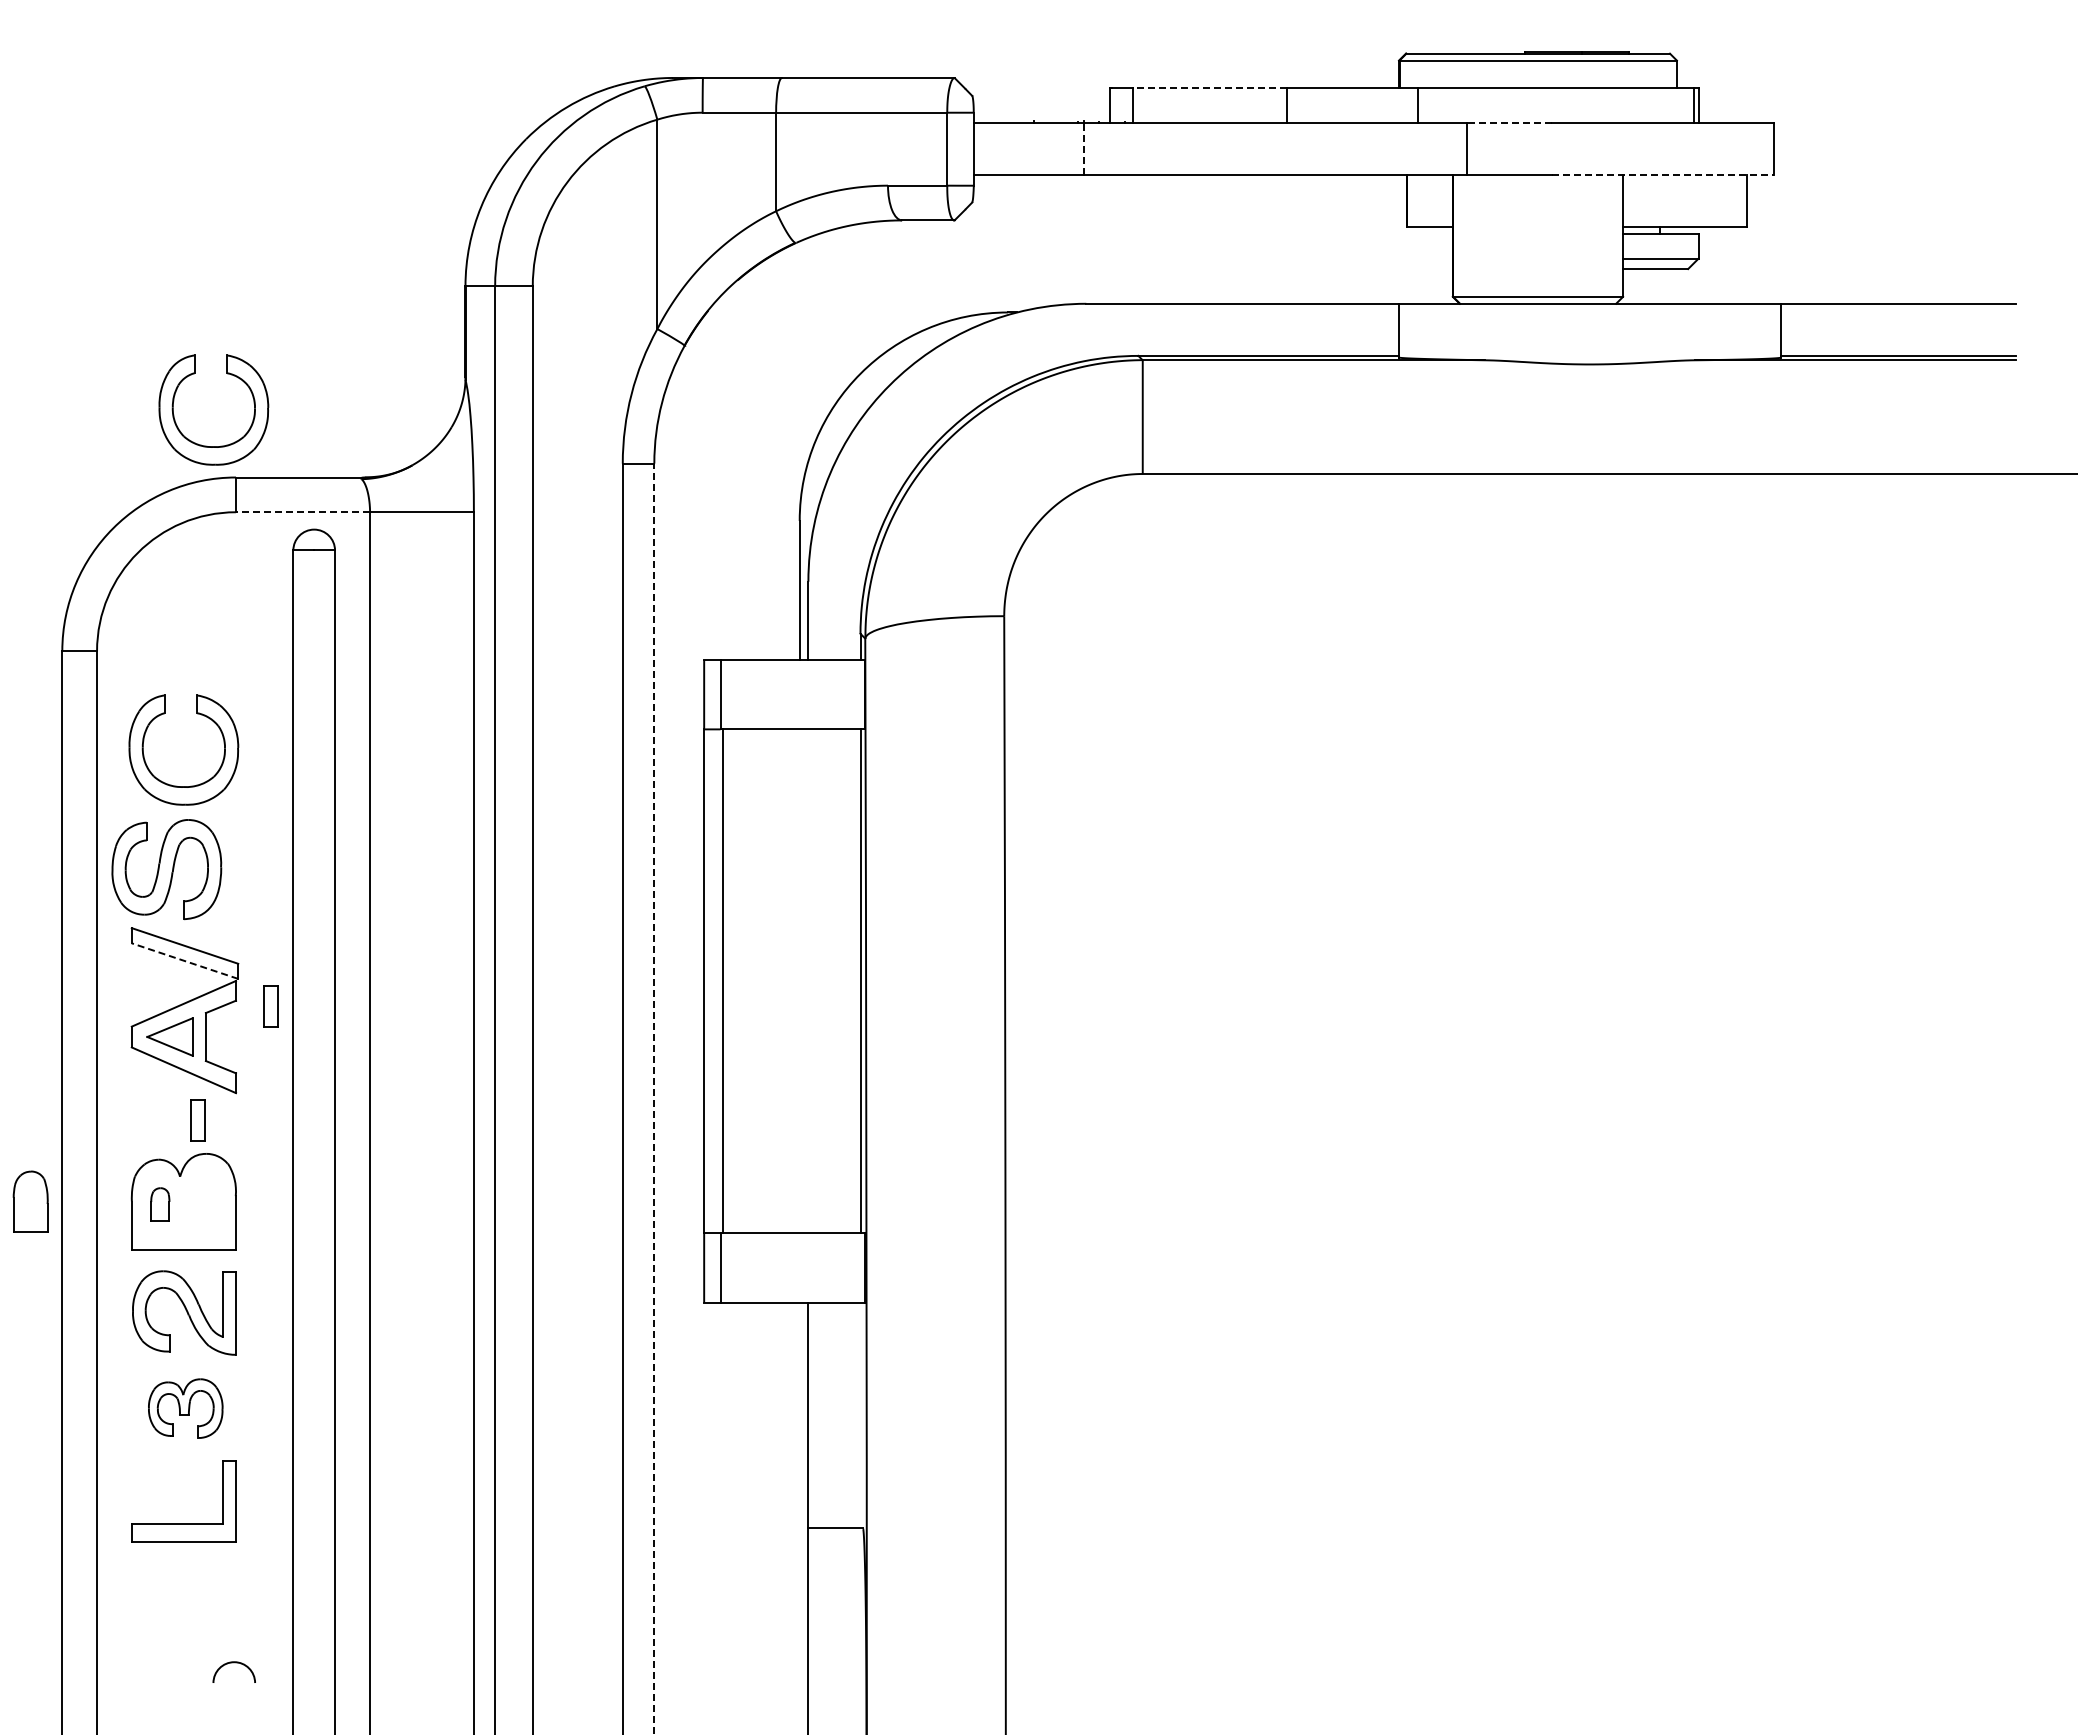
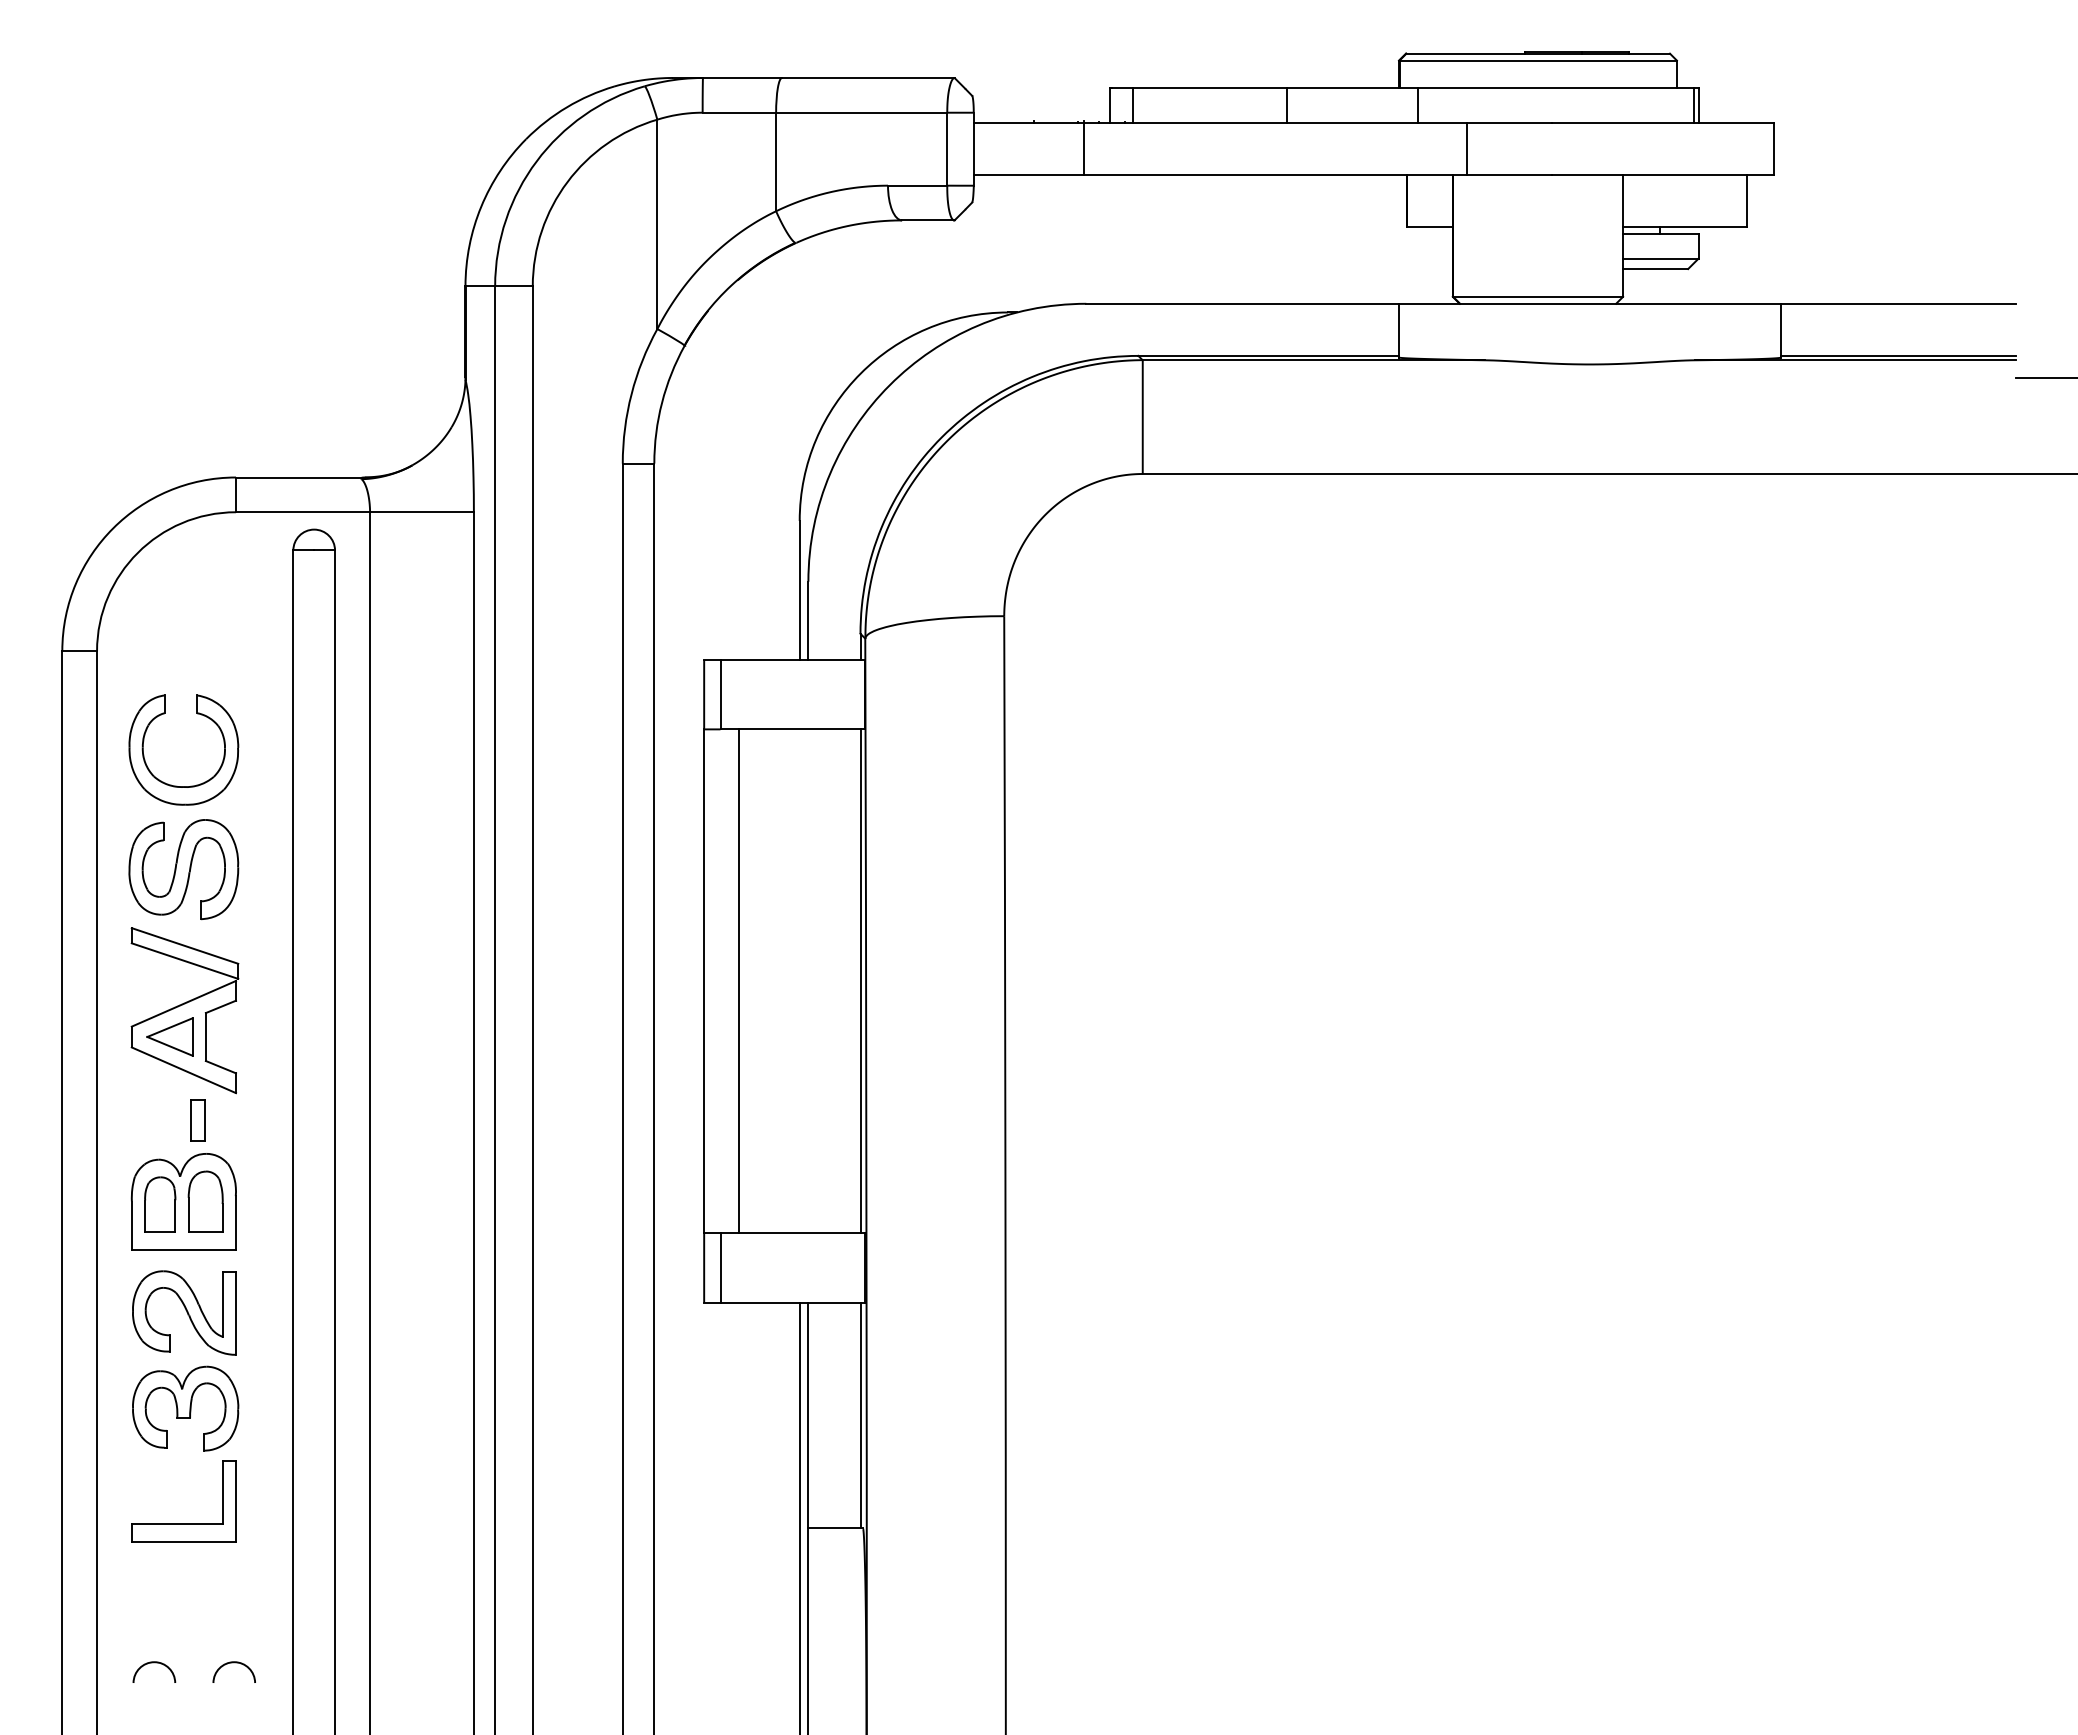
line at (1209, 88): dashed -> solid
line at (1509, 123): dashed -> solid
line at (1083, 148): dashed -> solid
line at (1662, 175): dashed -> solid
line at (2044, 378): none -> present
part at (206, 445): present -> none
line at (302, 512): dashed -> solid
part at (166, 869) position: (166, 869) -> (183, 869)
line at (184, 960): dashed -> solid
line at (722, 981) position: (722, 981) -> (738, 981)
part at (270, 1006): present -> none
line at (654, 1098): dashed -> solid
part at (30, 1201) position: (30, 1201) -> (205, 1201)
part at (160, 1204) size: 21x35 px -> 33x57 px
part at (185, 1408) size: 76x61 px -> 108x87 px
line at (860, 1415): none -> present
line at (799, 1516): none -> present
arc at (154, 1663): none -> present
